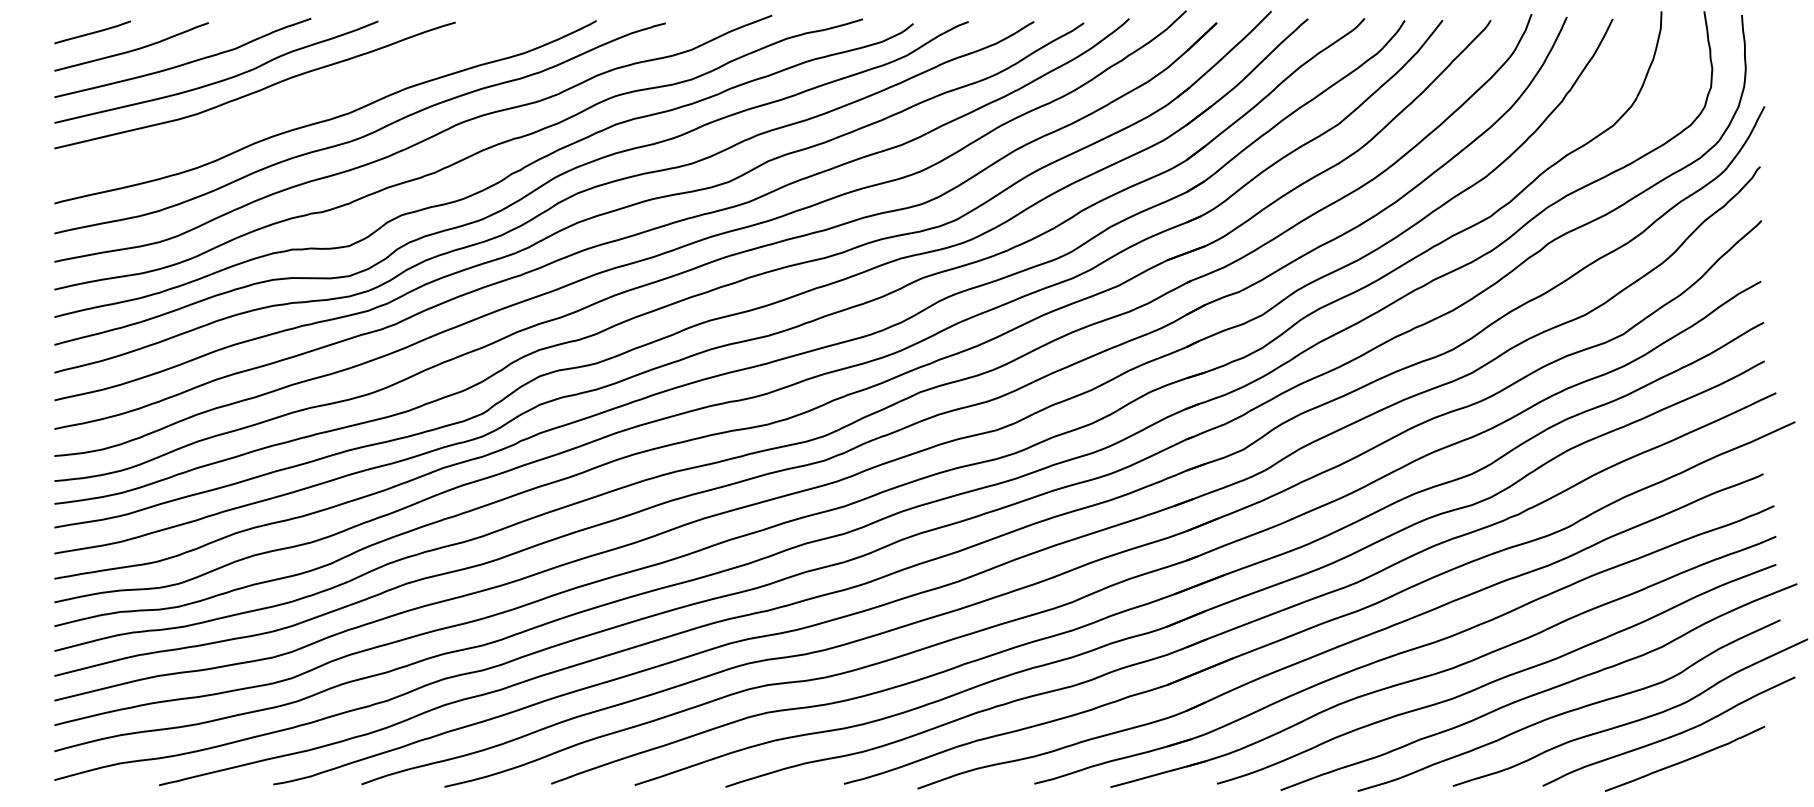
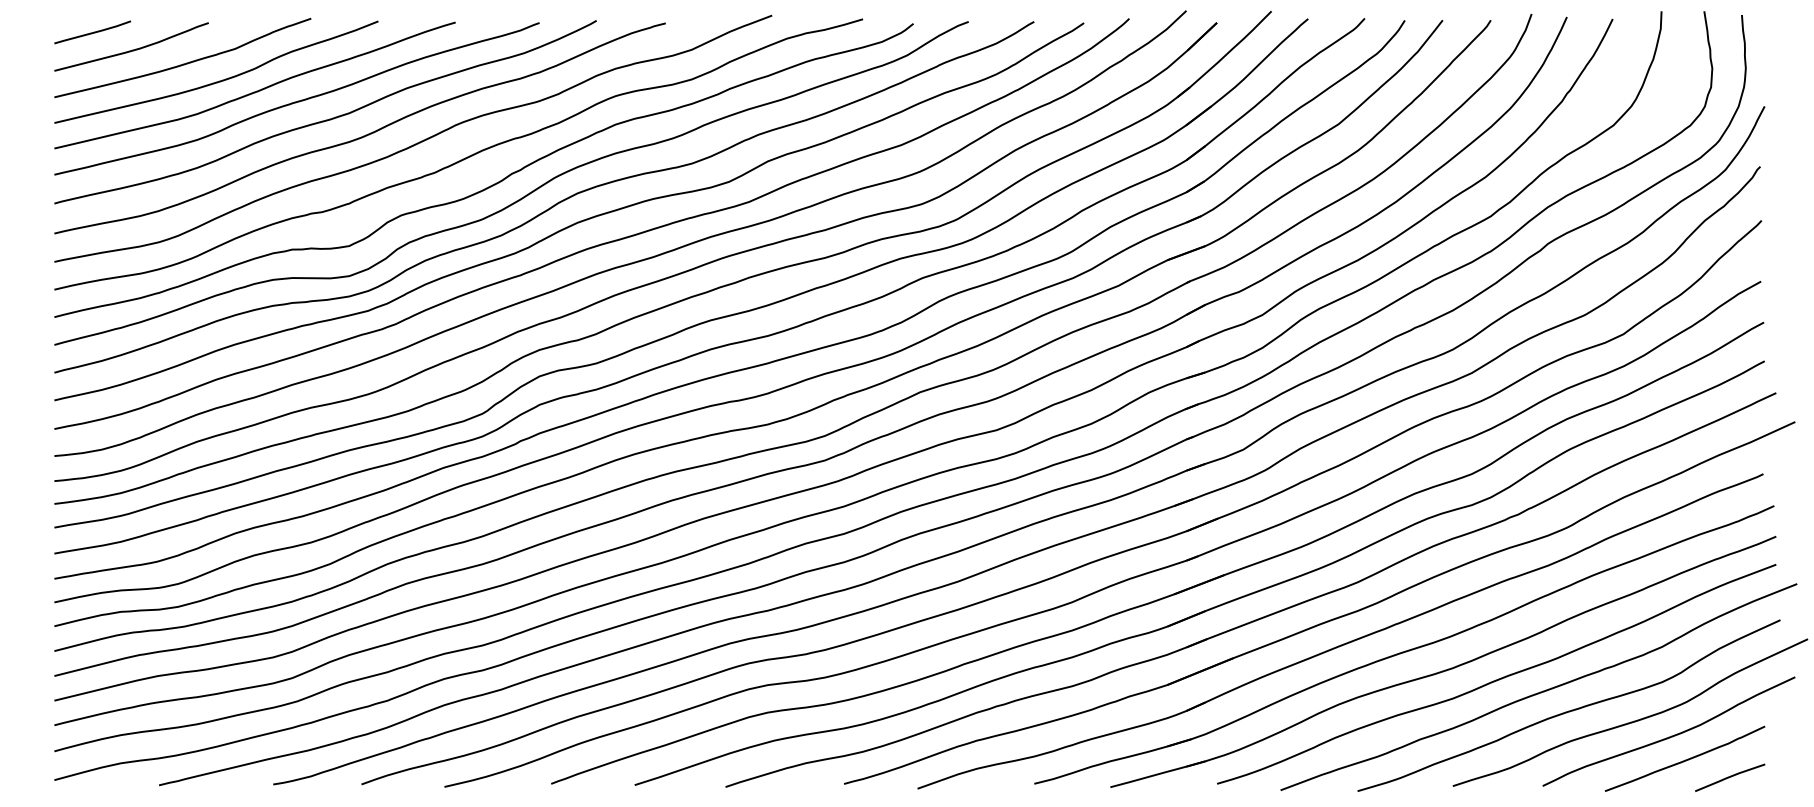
curve at (297, 100): none -> present
line at (1730, 777): none -> present
